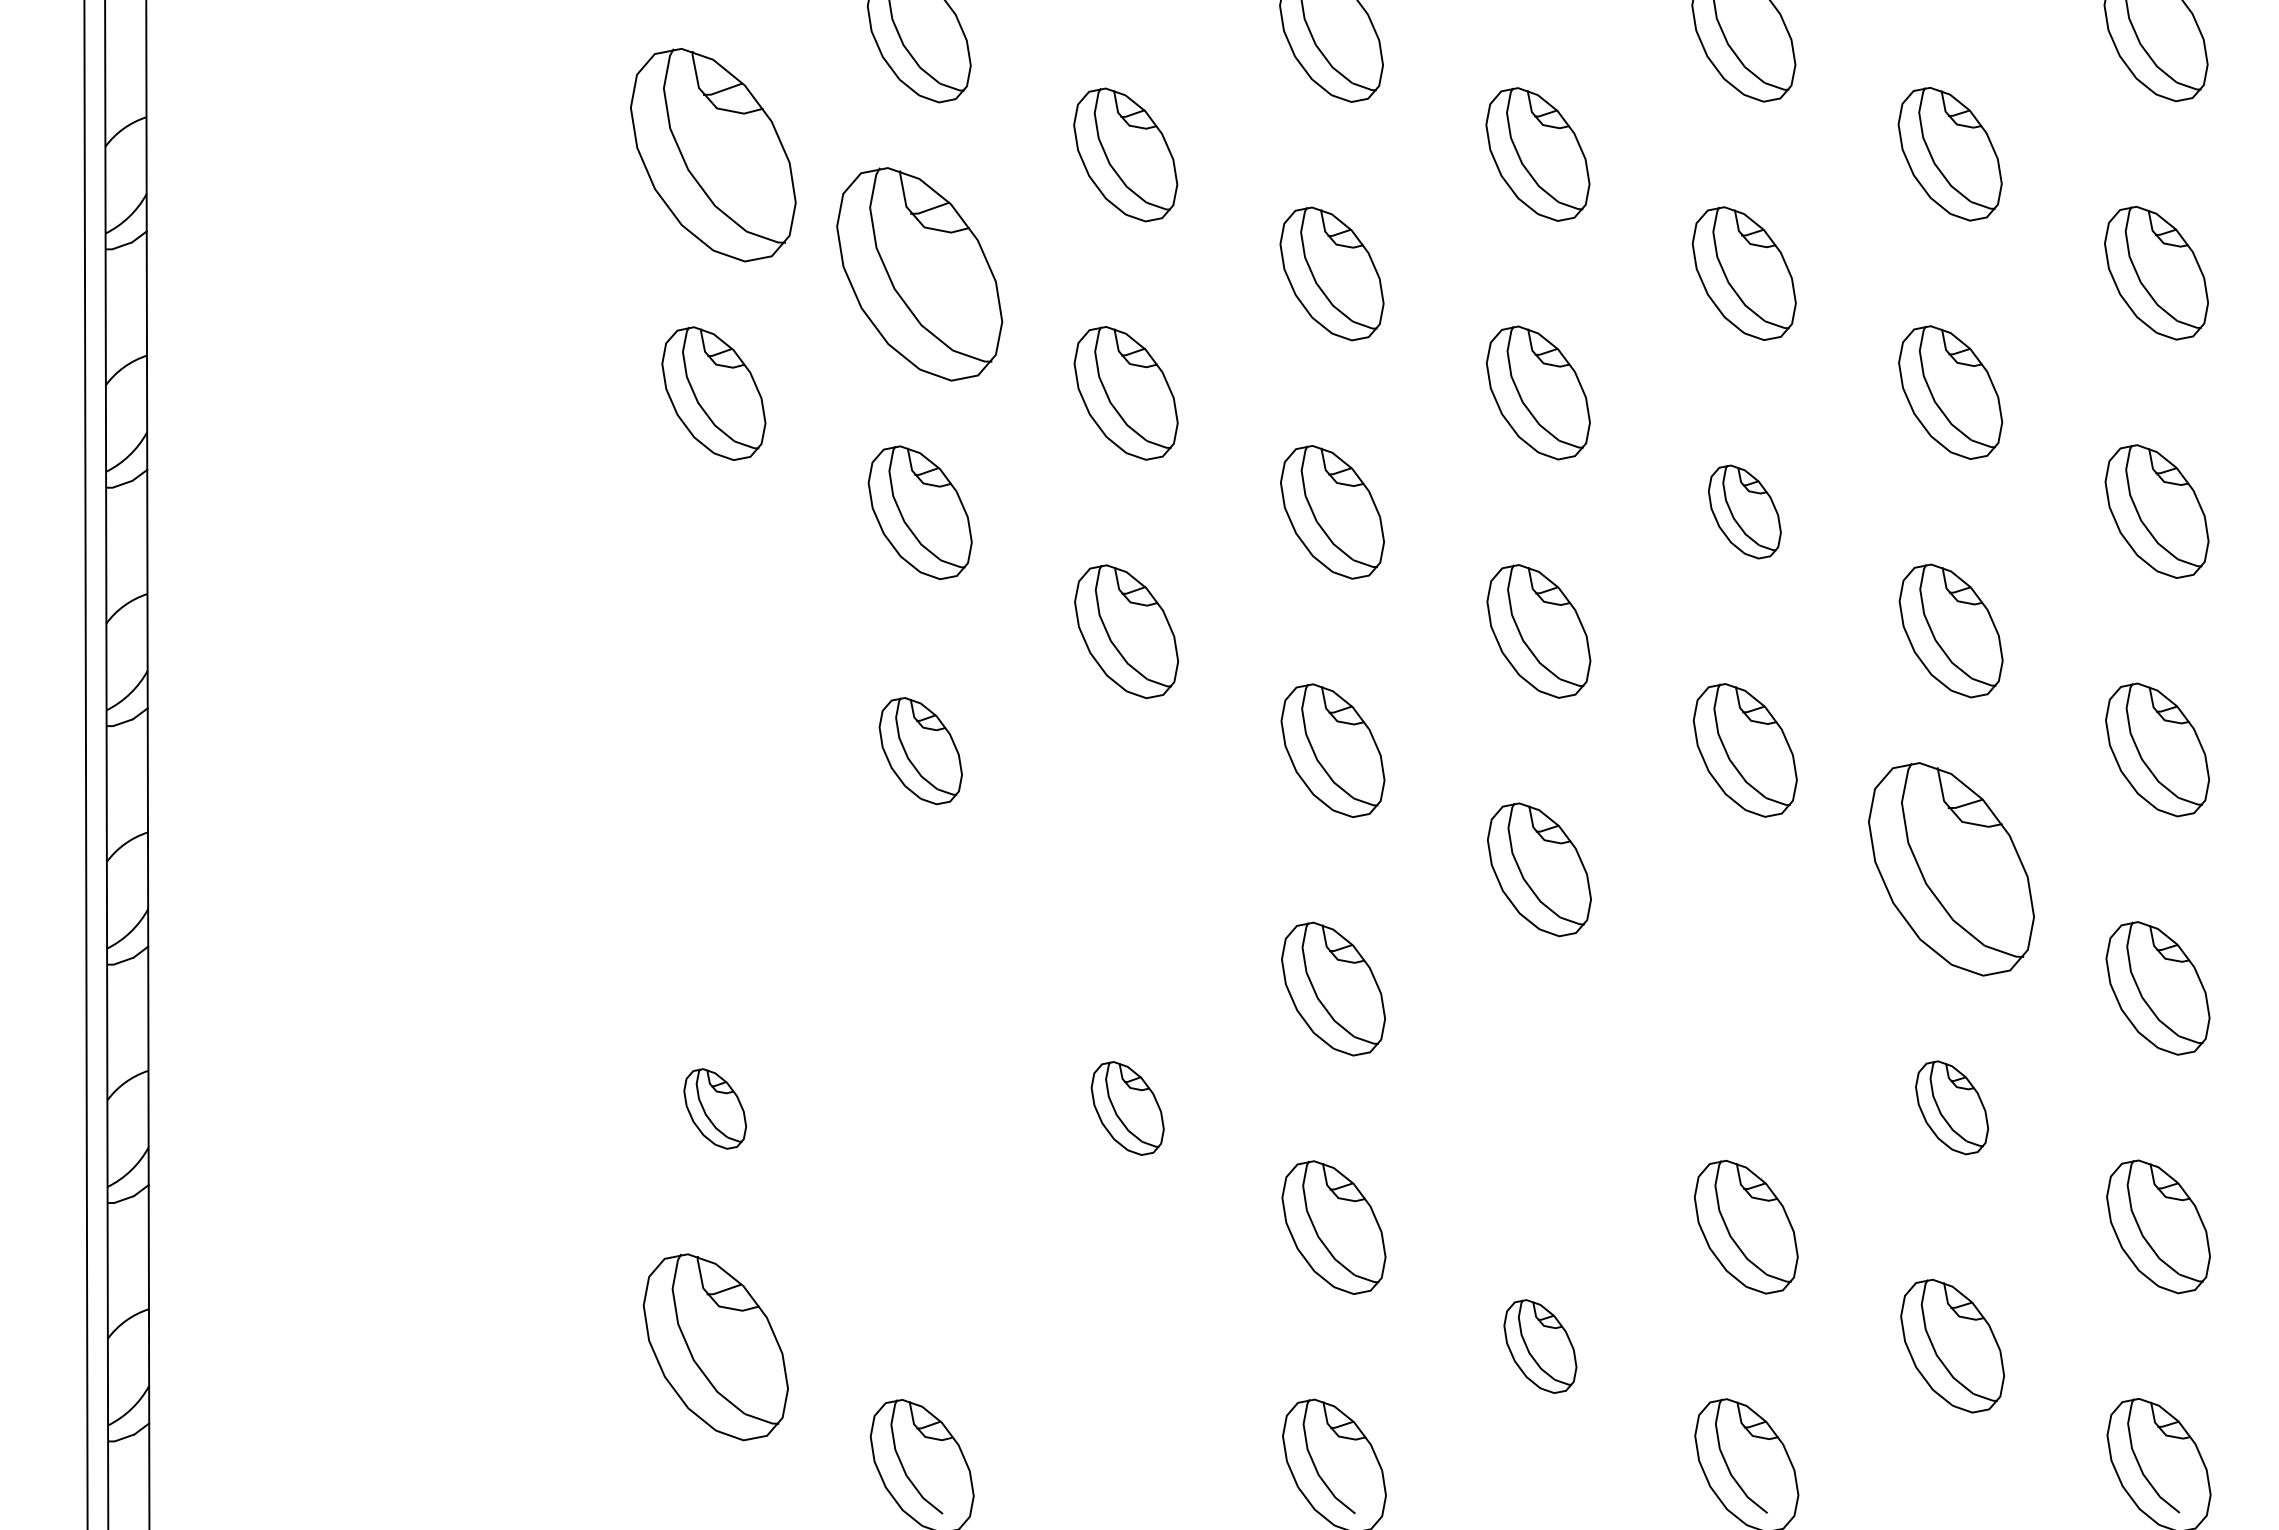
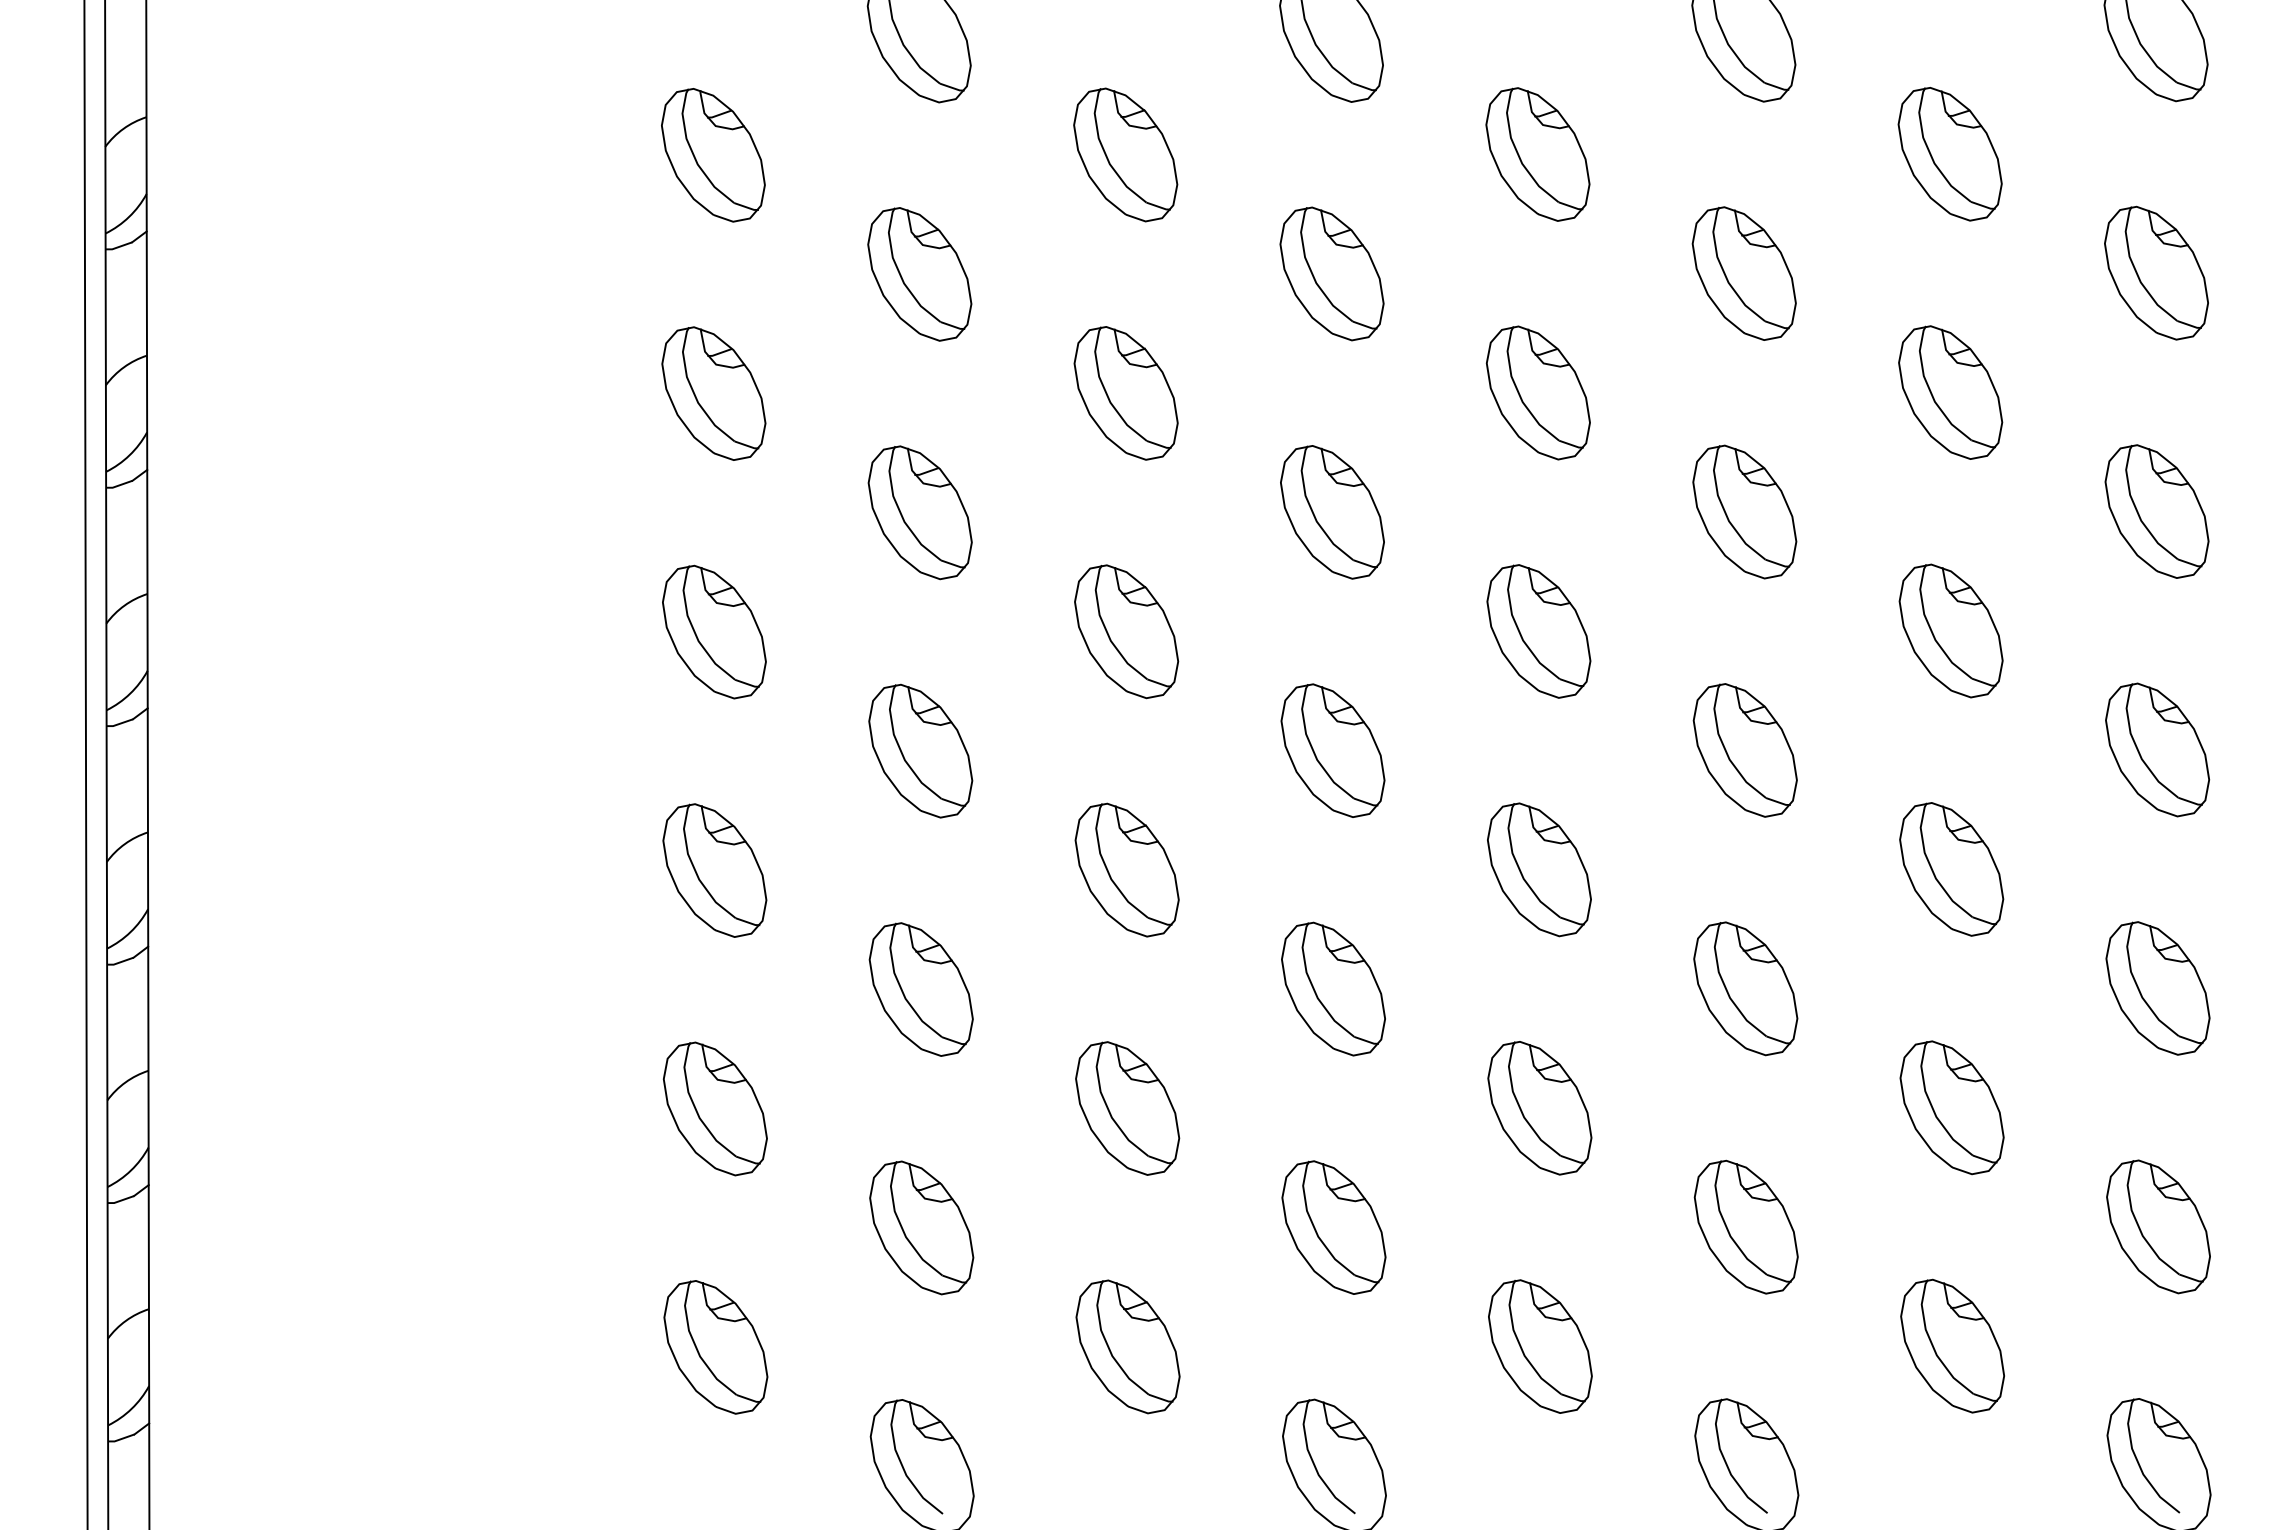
part at (713, 155) size: 167x215 px -> 105x135 px
part at (919, 274) size: 168x215 px -> 106x135 px
part at (1744, 511) size: 74x96 px -> 106x136 px
part at (714, 631): none -> present
part at (920, 751) size: 85x109 px -> 106x136 px
part at (1126, 869): none -> present
part at (1951, 869) size: 167x215 px -> 106x135 px
part at (714, 870): none -> present
part at (1745, 988): none -> present
part at (920, 989): none -> present
part at (1952, 1107) size: 75x96 px -> 106x136 px
part at (715, 1108) size: 65x82 px -> 106x136 px
part at (1127, 1108) size: 75x95 px -> 106x135 px
part at (1539, 1108): none -> present
part at (921, 1227): none -> present
part at (1127, 1346): none -> present
part at (1540, 1346) size: 75x95 px -> 105x135 px
part at (715, 1347) size: 147x189 px -> 106x135 px
